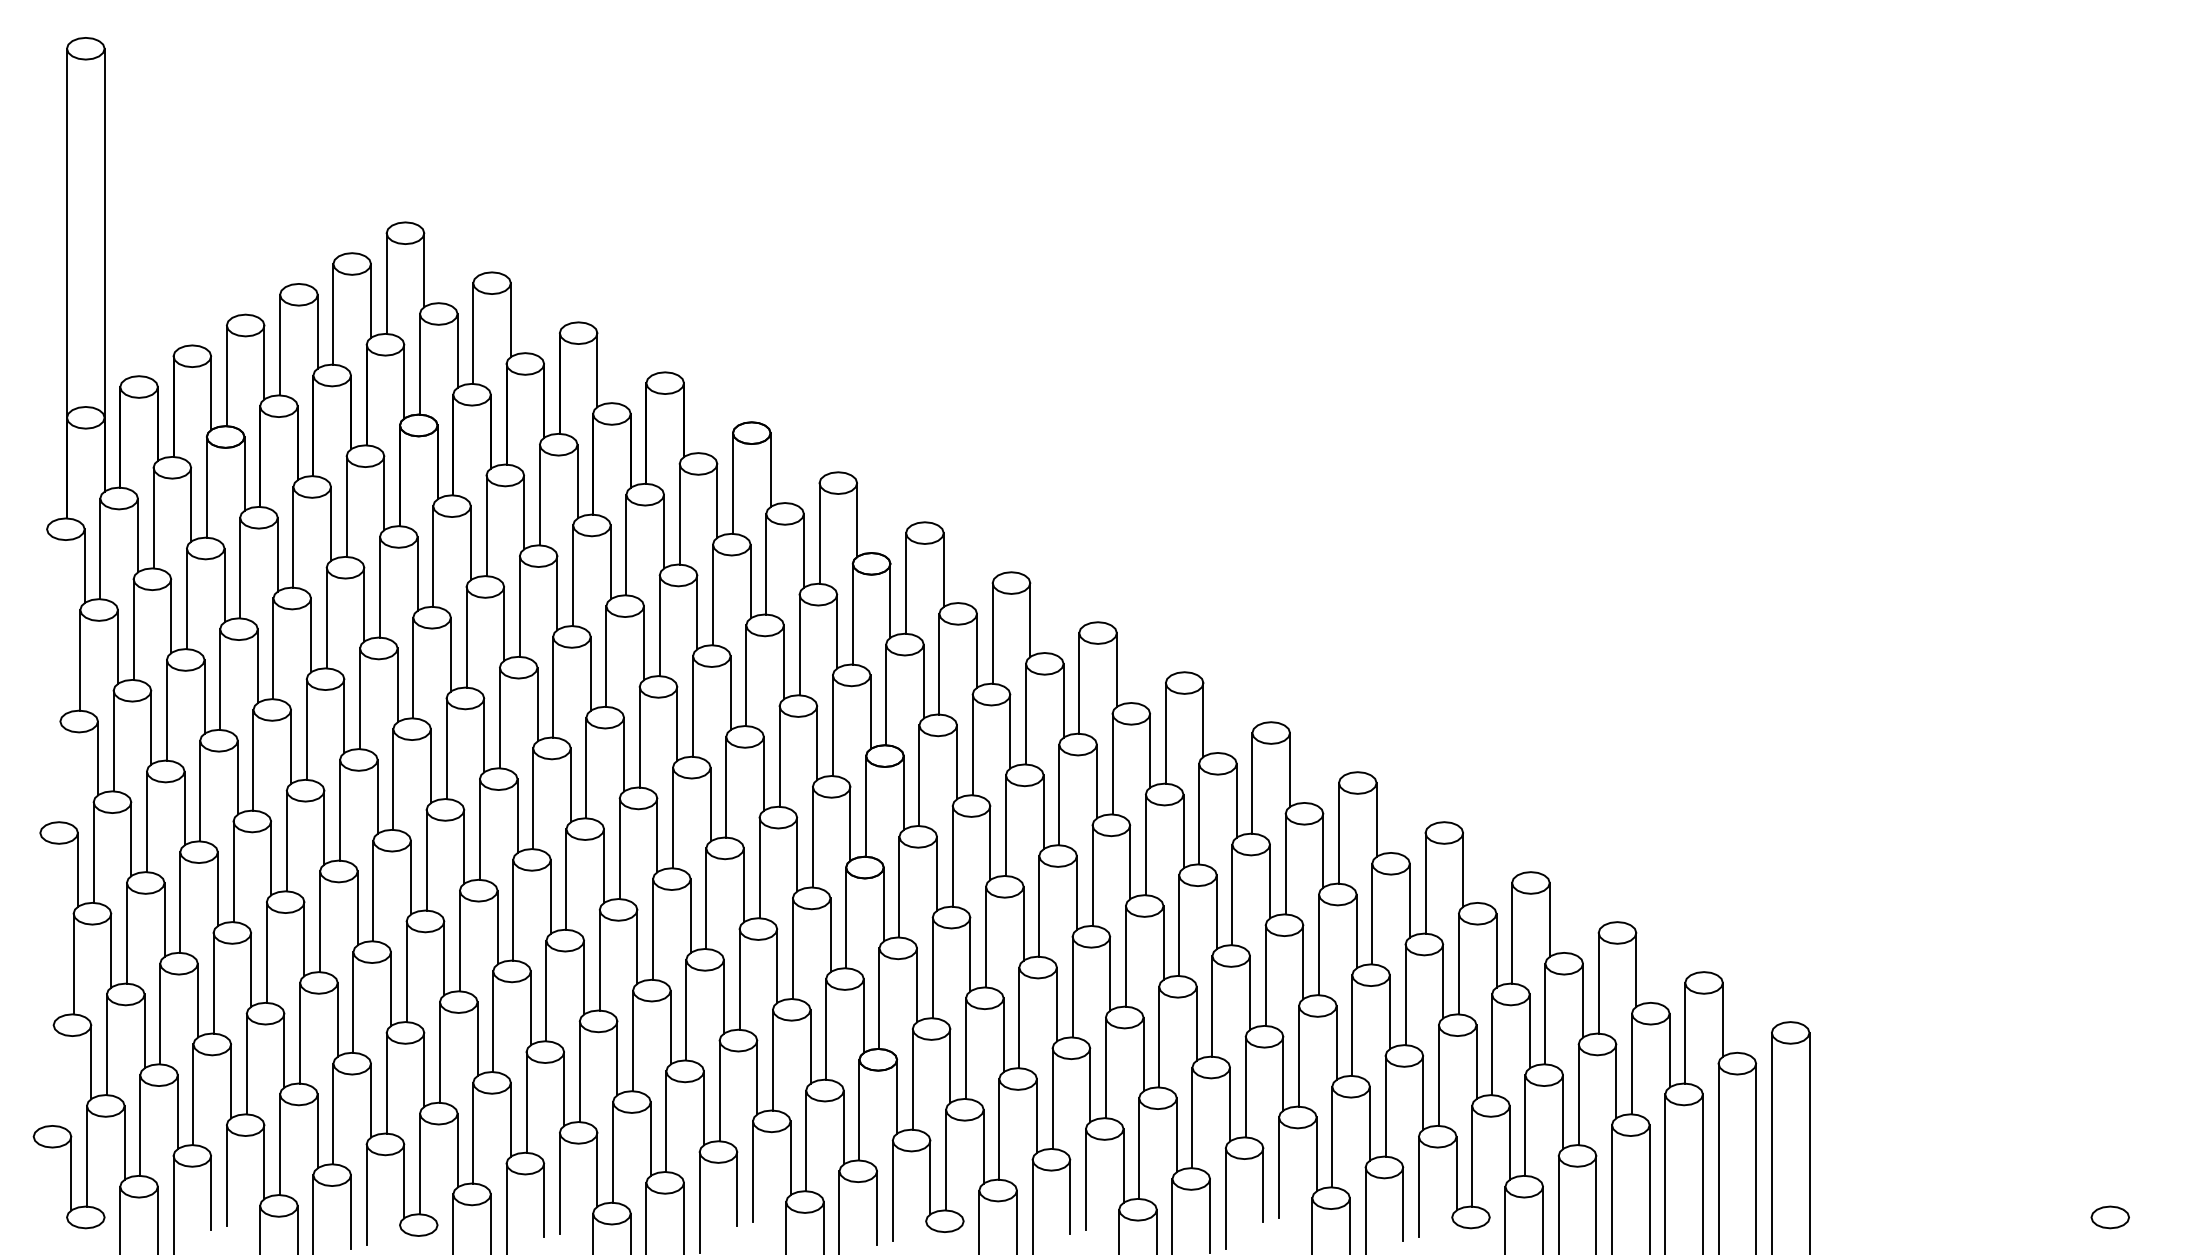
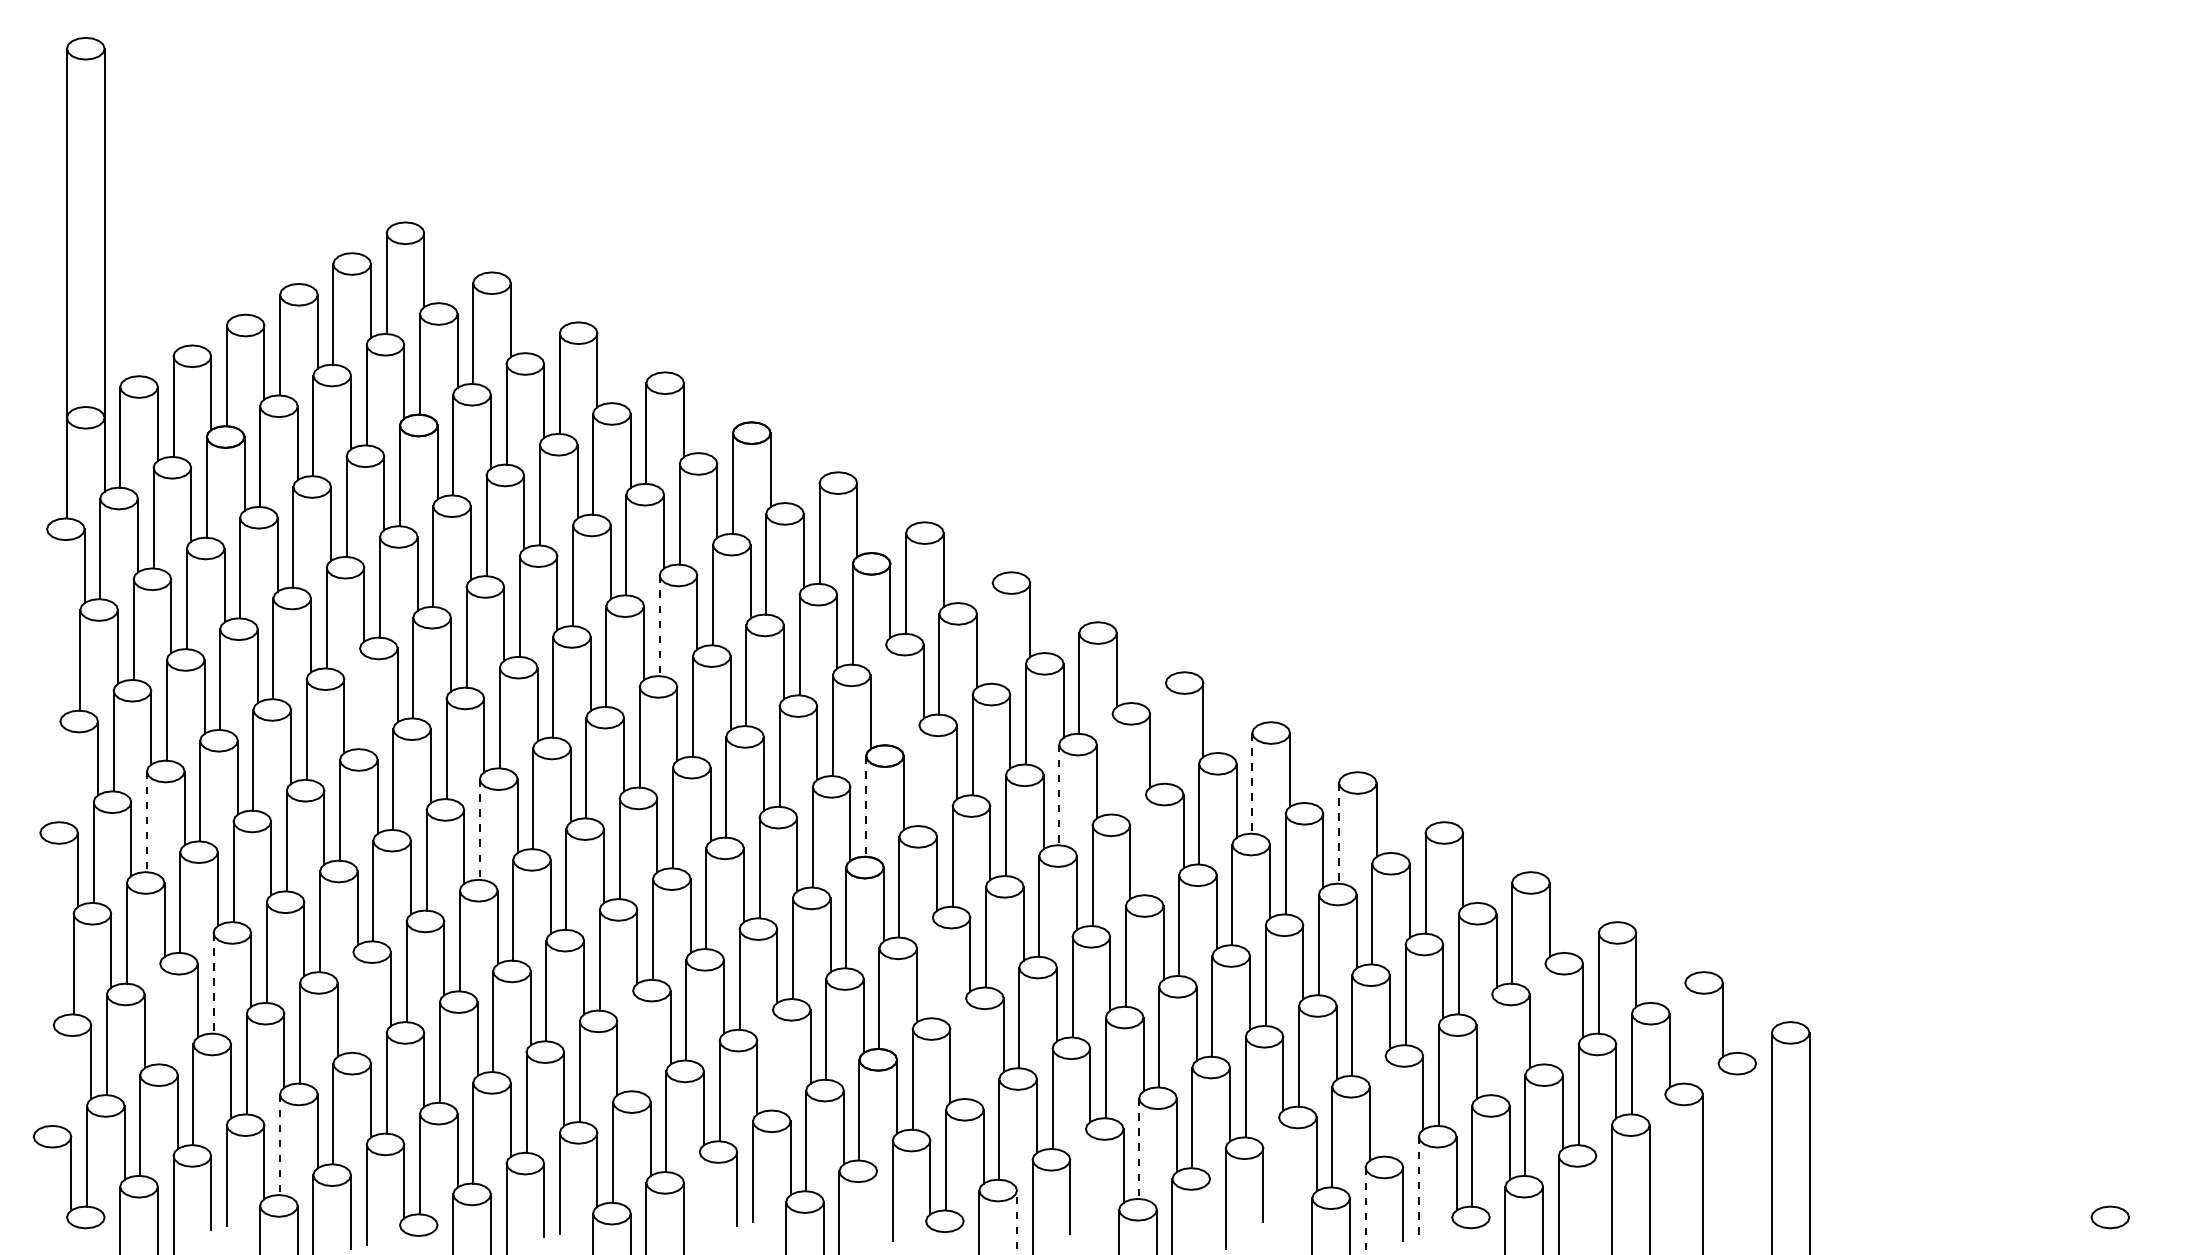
line at (659, 626): solid -> dashed
line at (992, 633): present -> none
line at (886, 694): present -> none
line at (360, 698): present -> none
line at (1165, 733): present -> none
line at (1112, 763): present -> none
line at (919, 775): present -> none
line at (1252, 783): solid -> dashed
line at (1059, 795): solid -> dashed
line at (866, 806): solid -> dashed
line at (146, 822): solid -> dashed
line at (479, 830): solid -> dashed
line at (1338, 833): solid -> dashed
line at (1145, 844): present -> none
line at (932, 967): present -> none
line at (213, 983): solid -> dashed
line at (353, 1002): present -> none
line at (160, 1013): present -> none
line at (1545, 1013): present -> none
line at (1685, 1032): present -> none
line at (633, 1040): present -> none
line at (1492, 1044): present -> none
line at (966, 1048): present -> none
line at (772, 1059): present -> none
line at (1385, 1105): present -> none
line at (280, 1145): solid -> dashed
line at (1139, 1149): solid -> dashed
line at (1718, 1157): present -> none
line at (1756, 1157): present -> none
line at (1279, 1167): present -> none
line at (1665, 1172): present -> none
line at (1085, 1179): present -> none
line at (1418, 1187): solid -> dashed
line at (699, 1201): present -> none
line at (1596, 1203): present -> none
line at (877, 1208): present -> none
line at (1365, 1211): solid -> dashed
line at (1210, 1215): present -> none
line at (1017, 1222): solid -> dashed
